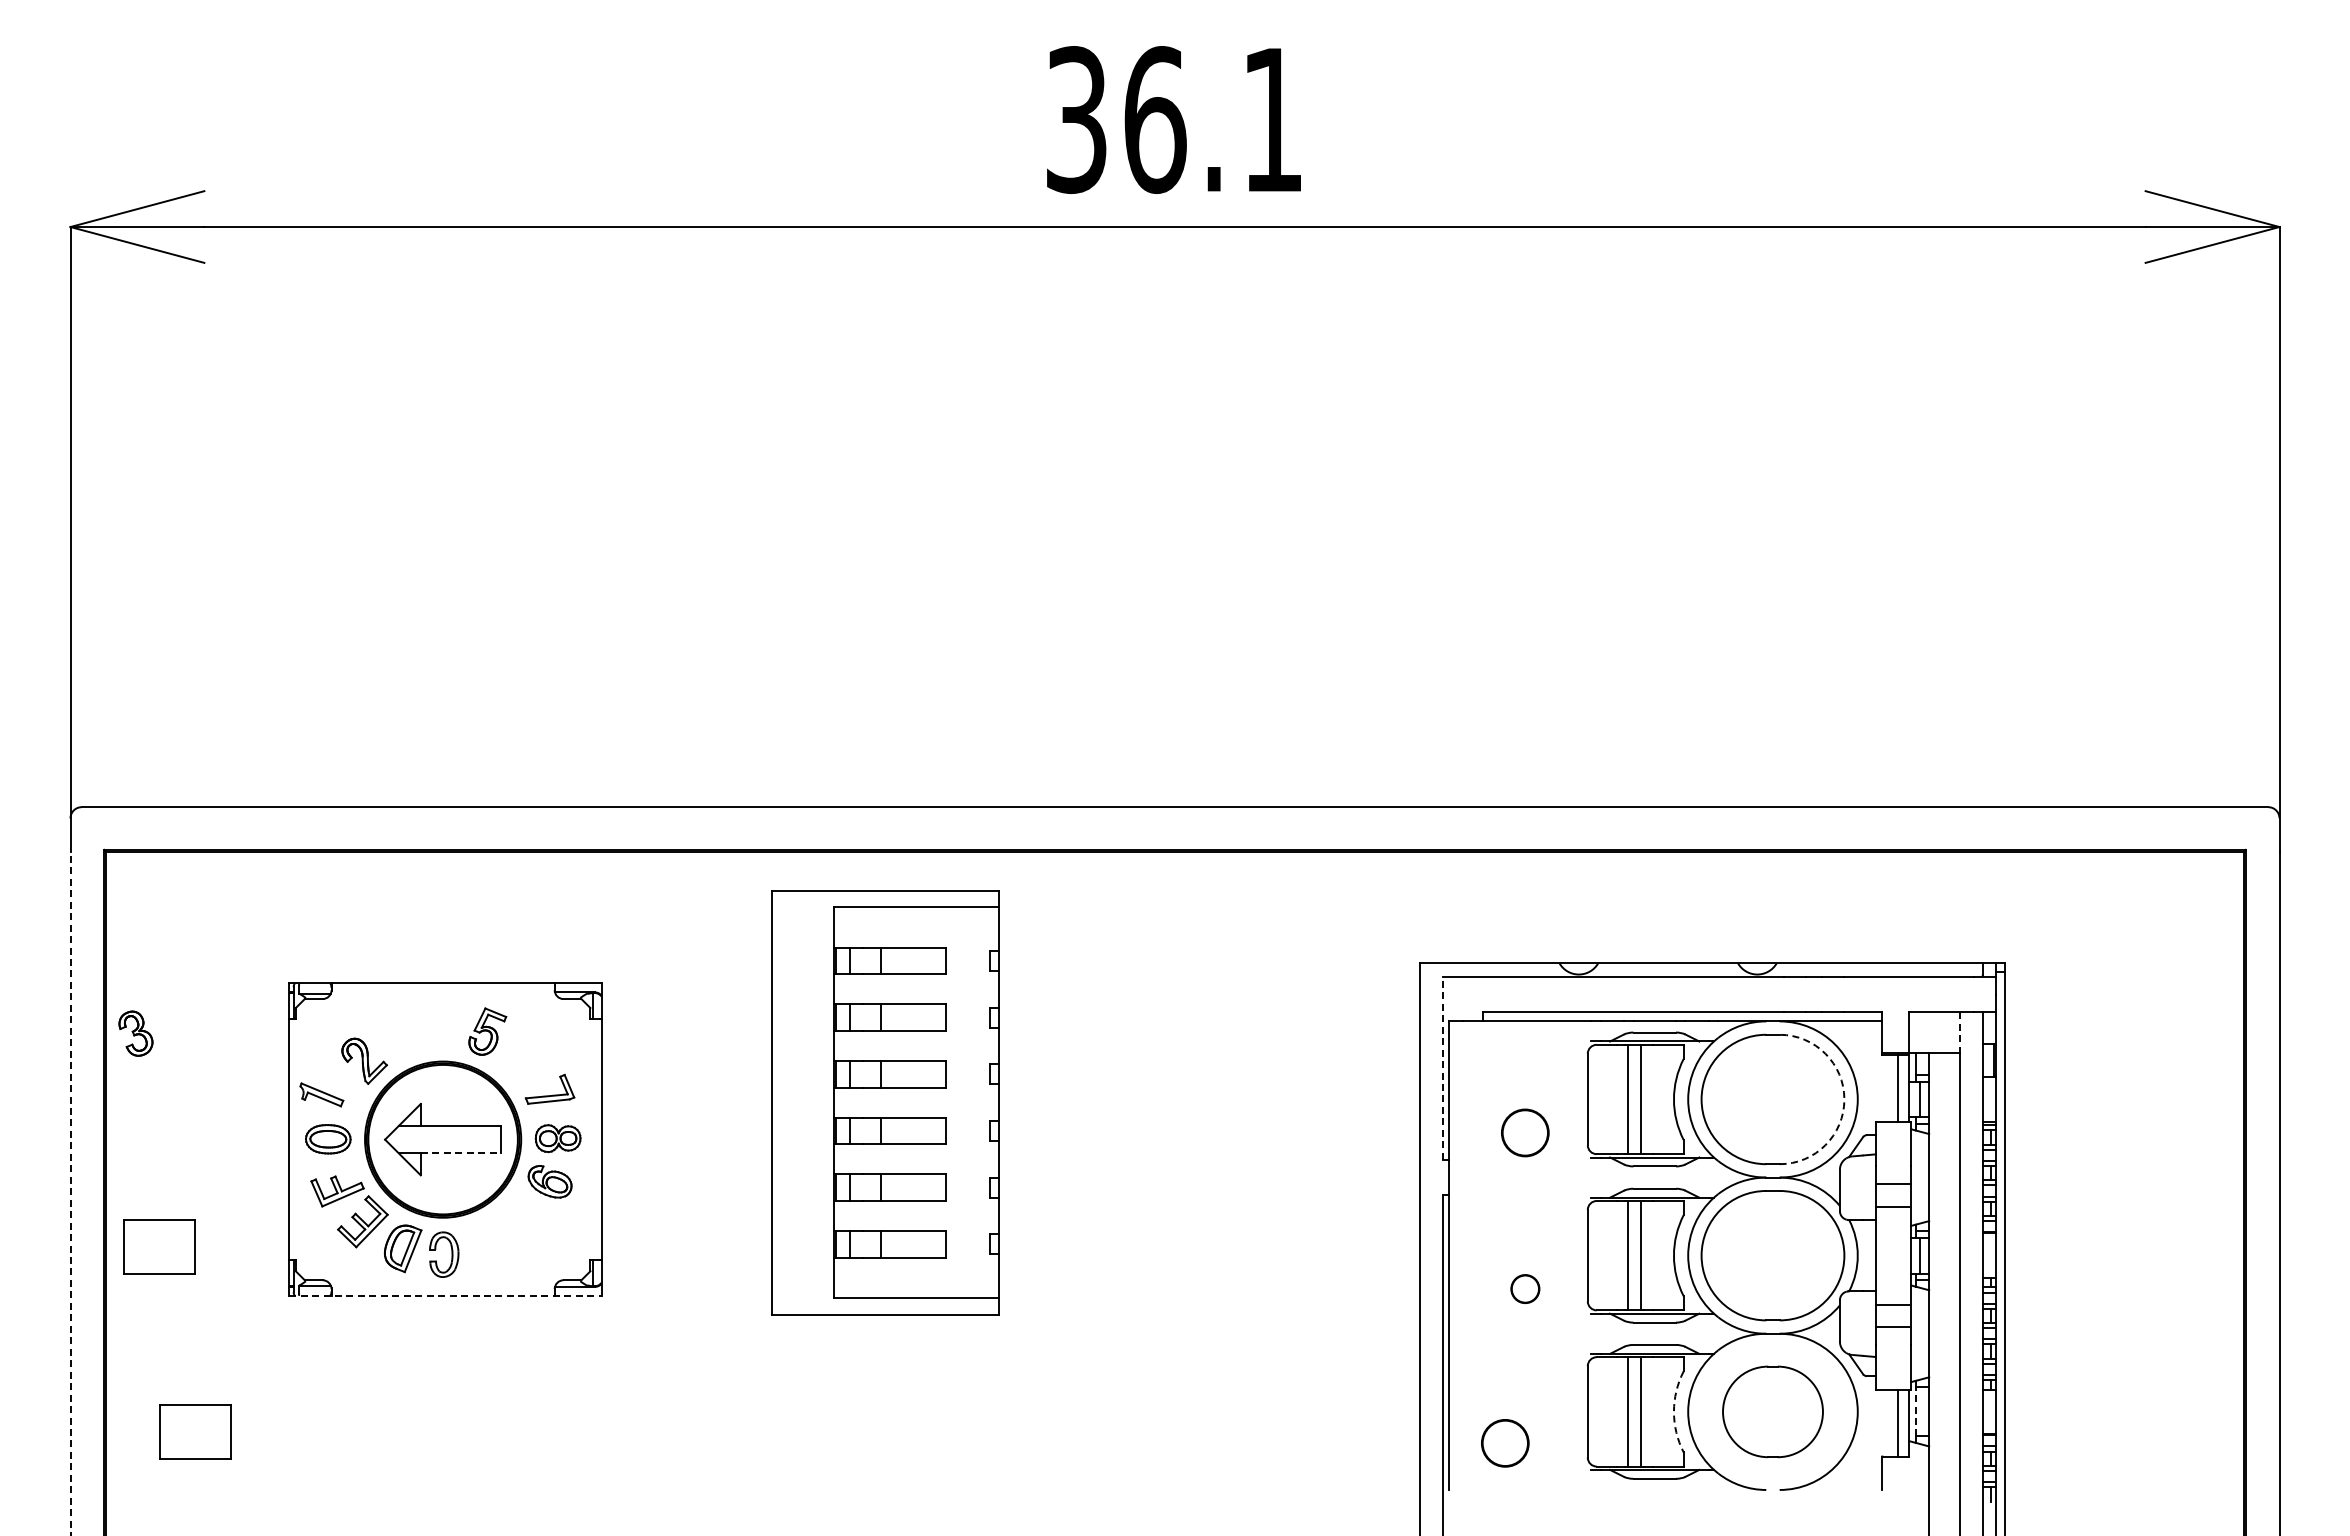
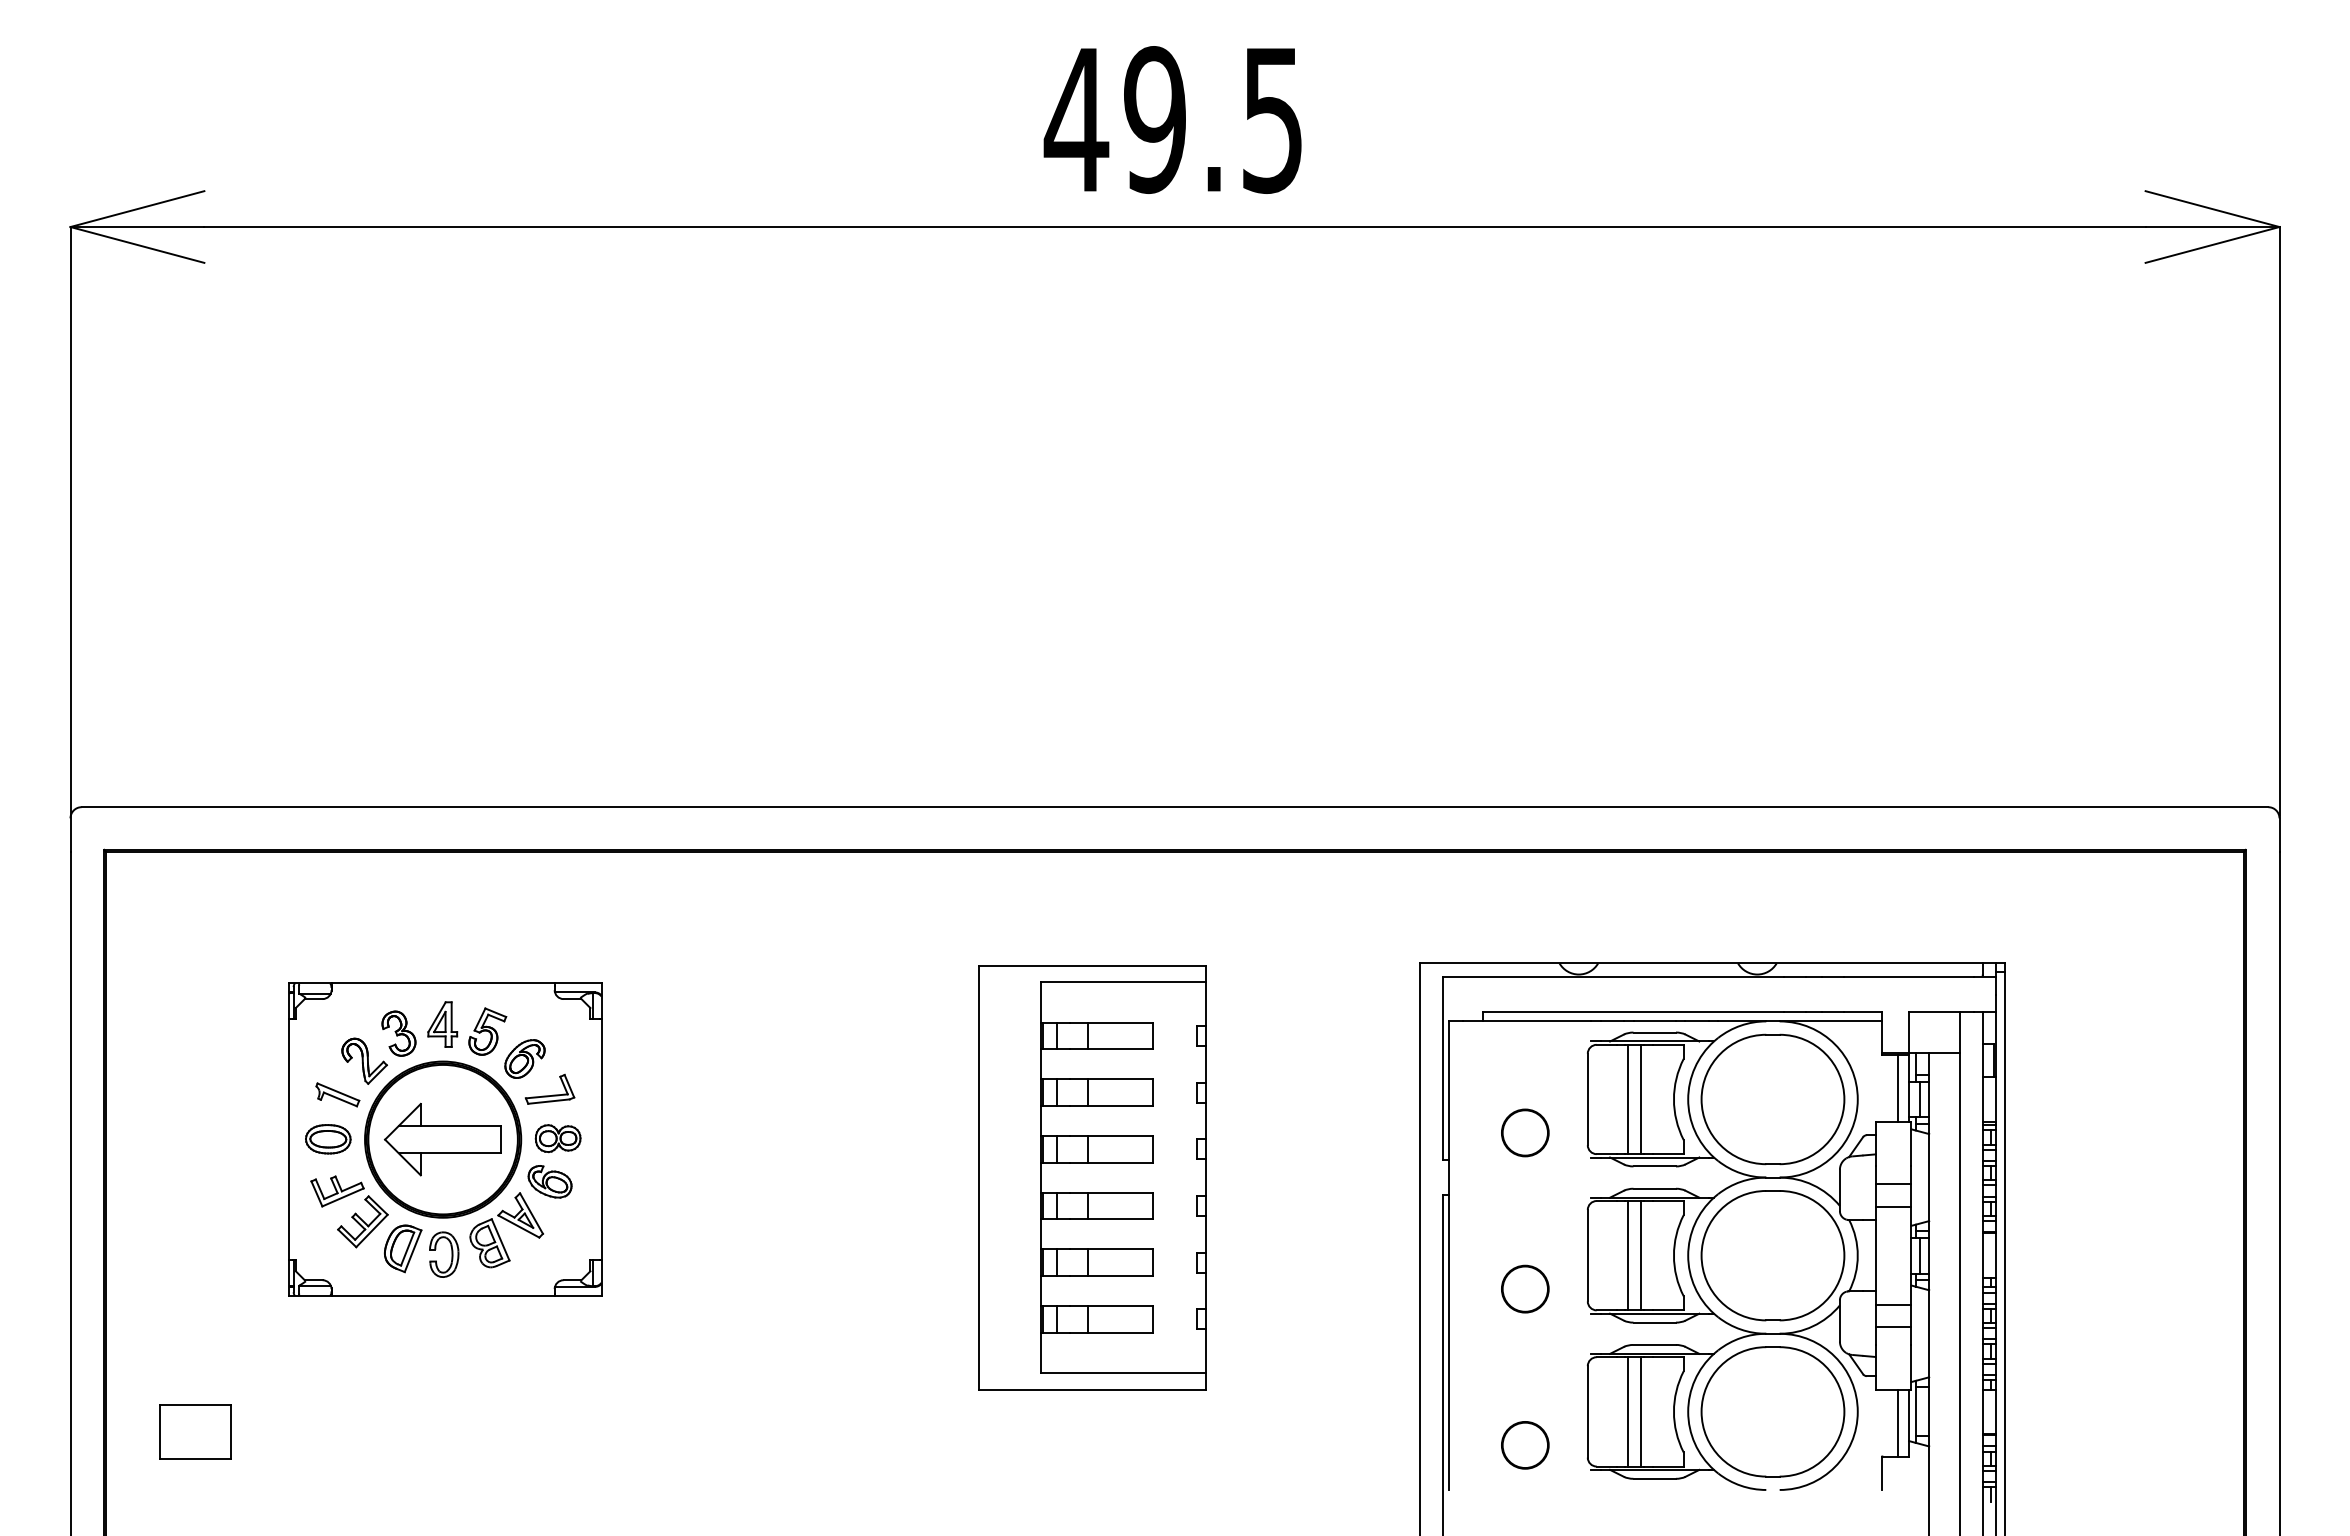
text at (1172, 119): 36.1 -> 49.5
part at (442, 1024): none -> present
part at (135, 1033) position: (135, 1033) -> (398, 1033)
line at (1960, 1033): dashed -> solid
part at (524, 1058): none -> present
line at (1442, 1067): dashed -> solid
part at (321, 1094) position: (321, 1094) -> (337, 1094)
arc at (1844, 1099): dashed -> solid
part at (885, 1102) position: (885, 1102) -> (1092, 1177)
line at (461, 1153): dashed -> solid
line at (70, 1193): dashed -> solid
part at (510, 1223): none -> present
part at (159, 1246): present -> none
part at (1525, 1288) size: 31x30 px -> 49x50 px
line at (445, 1295): dashed -> solid
arc at (1673, 1411): dashed -> solid
part at (1772, 1411) size: 102x94 px -> 146x132 px
line at (1915, 1411): dashed -> solid
circle at (1505, 1443) position: (1505, 1443) -> (1525, 1445)
